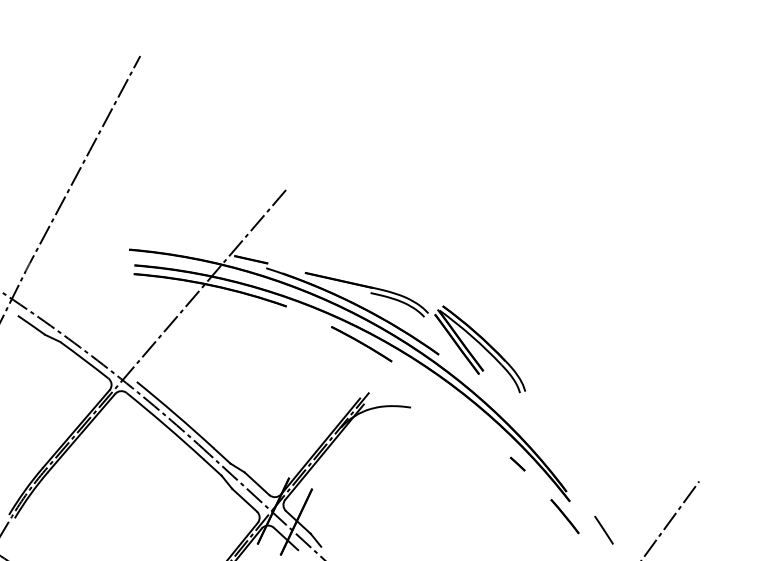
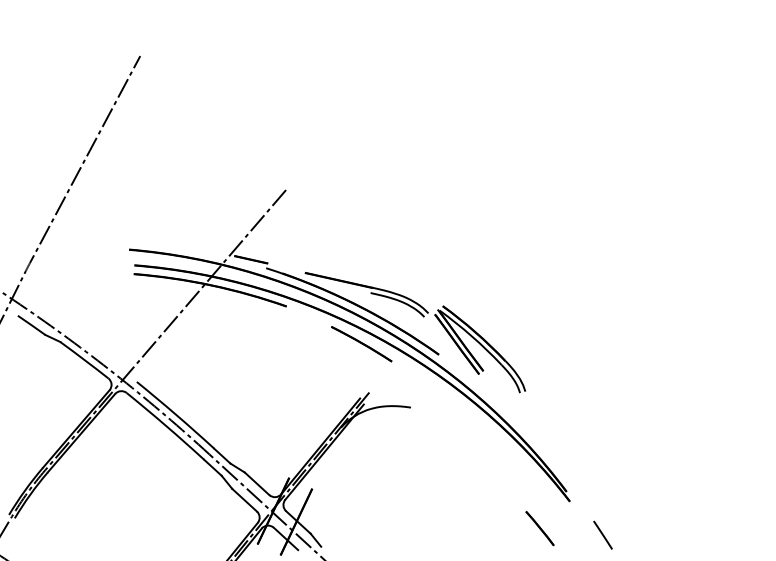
line at (517, 463): present -> none
line at (564, 516) position: (564, 516) -> (539, 528)
line at (671, 519): present -> none
line at (603, 529) position: (603, 529) -> (602, 534)
